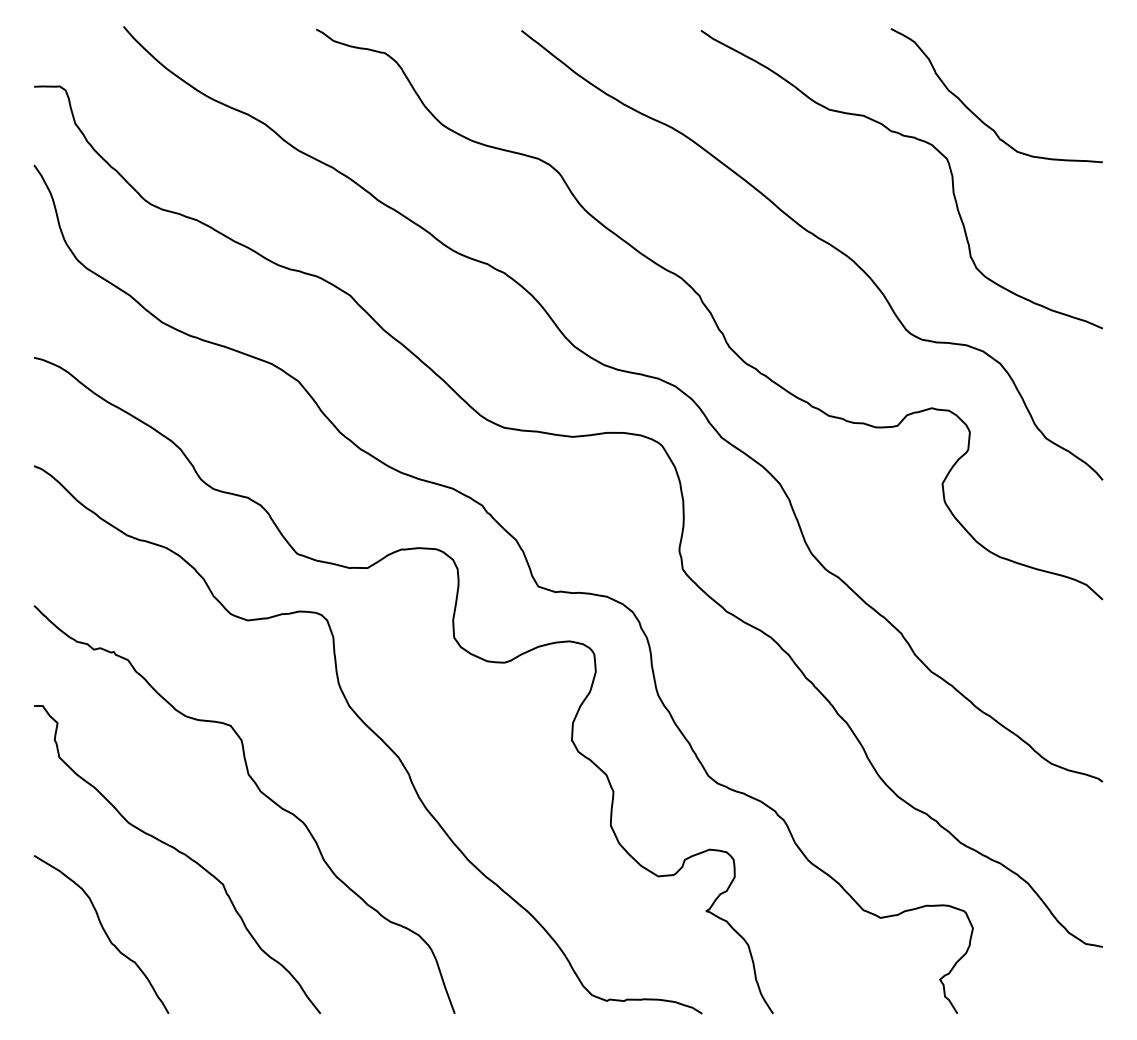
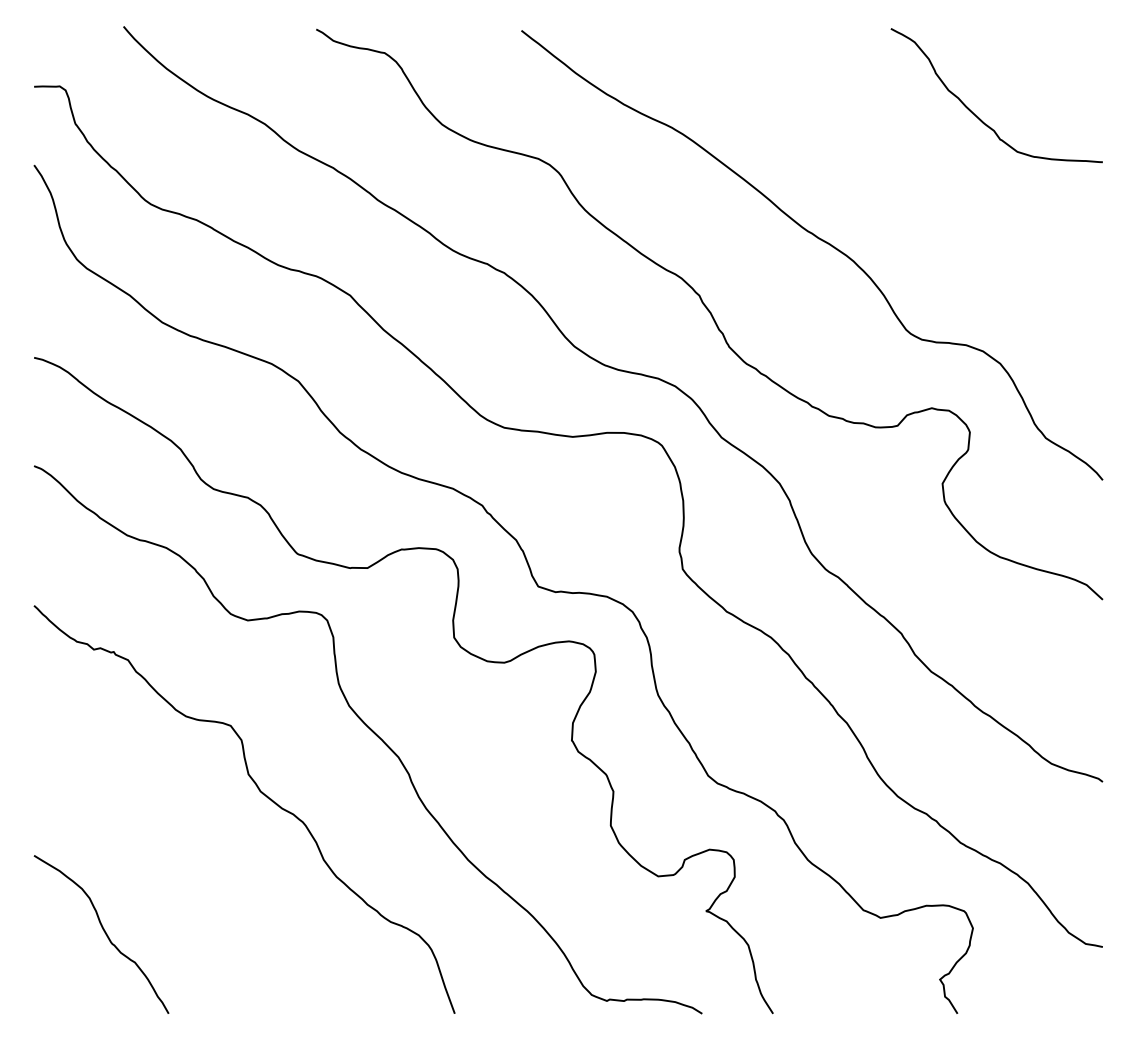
curve at (917, 140): present -> none
curve at (180, 853): present -> none
